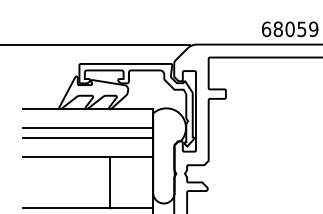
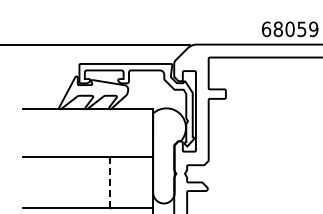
line at (87, 128): present -> none
line at (87, 138): present -> none
line at (109, 182): solid -> dashed
